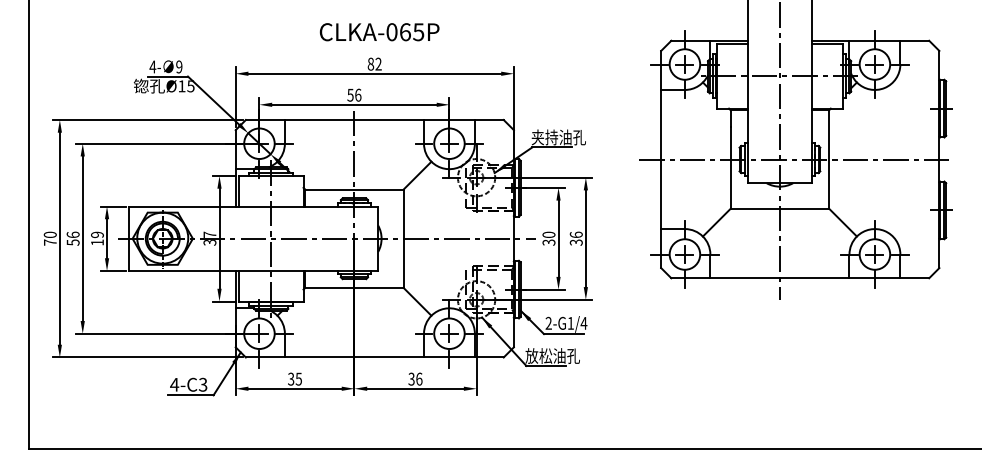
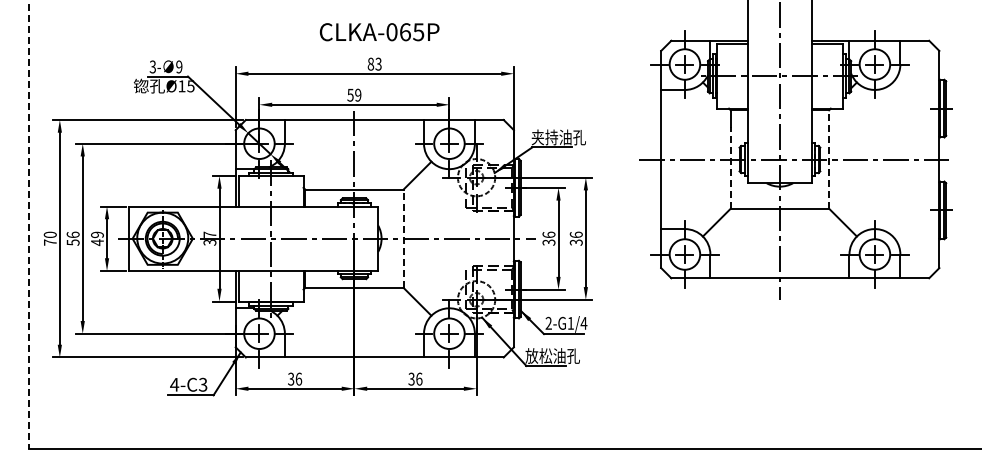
text at (378, 64): 82 -> 83
text at (152, 66): 4- -> 3-
text at (358, 94): 56 -> 59
line at (829, 159): solid -> dashed
line at (730, 168): solid -> dashed
line at (29, 225): solid -> dashed
text at (548, 234): 30 -> 36
line at (403, 238): solid -> dashed
text at (97, 242): 19 -> 49
text at (298, 378): 35 -> 36
